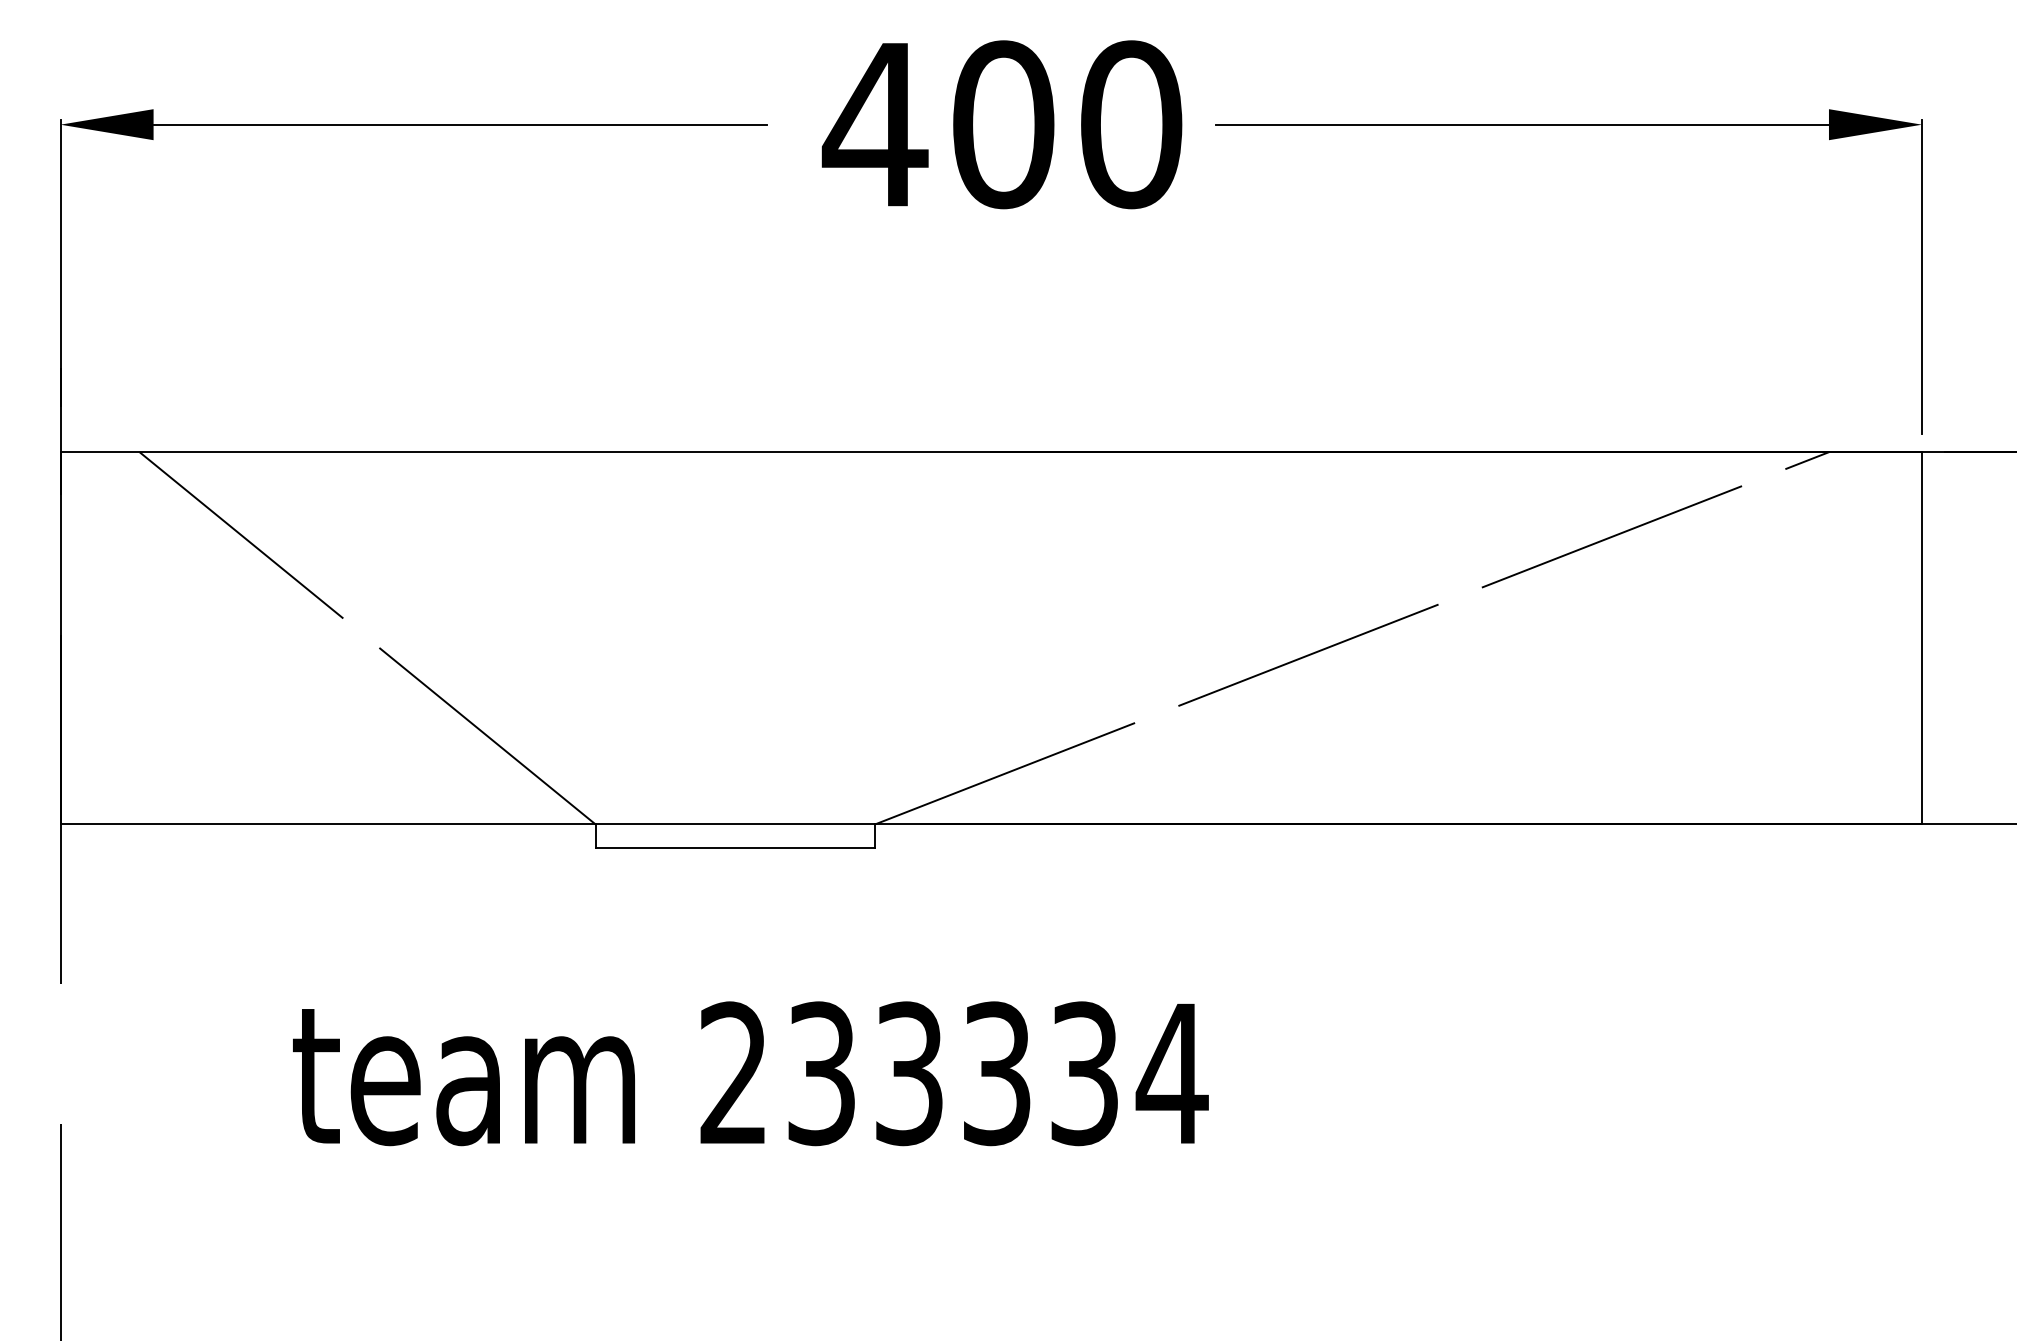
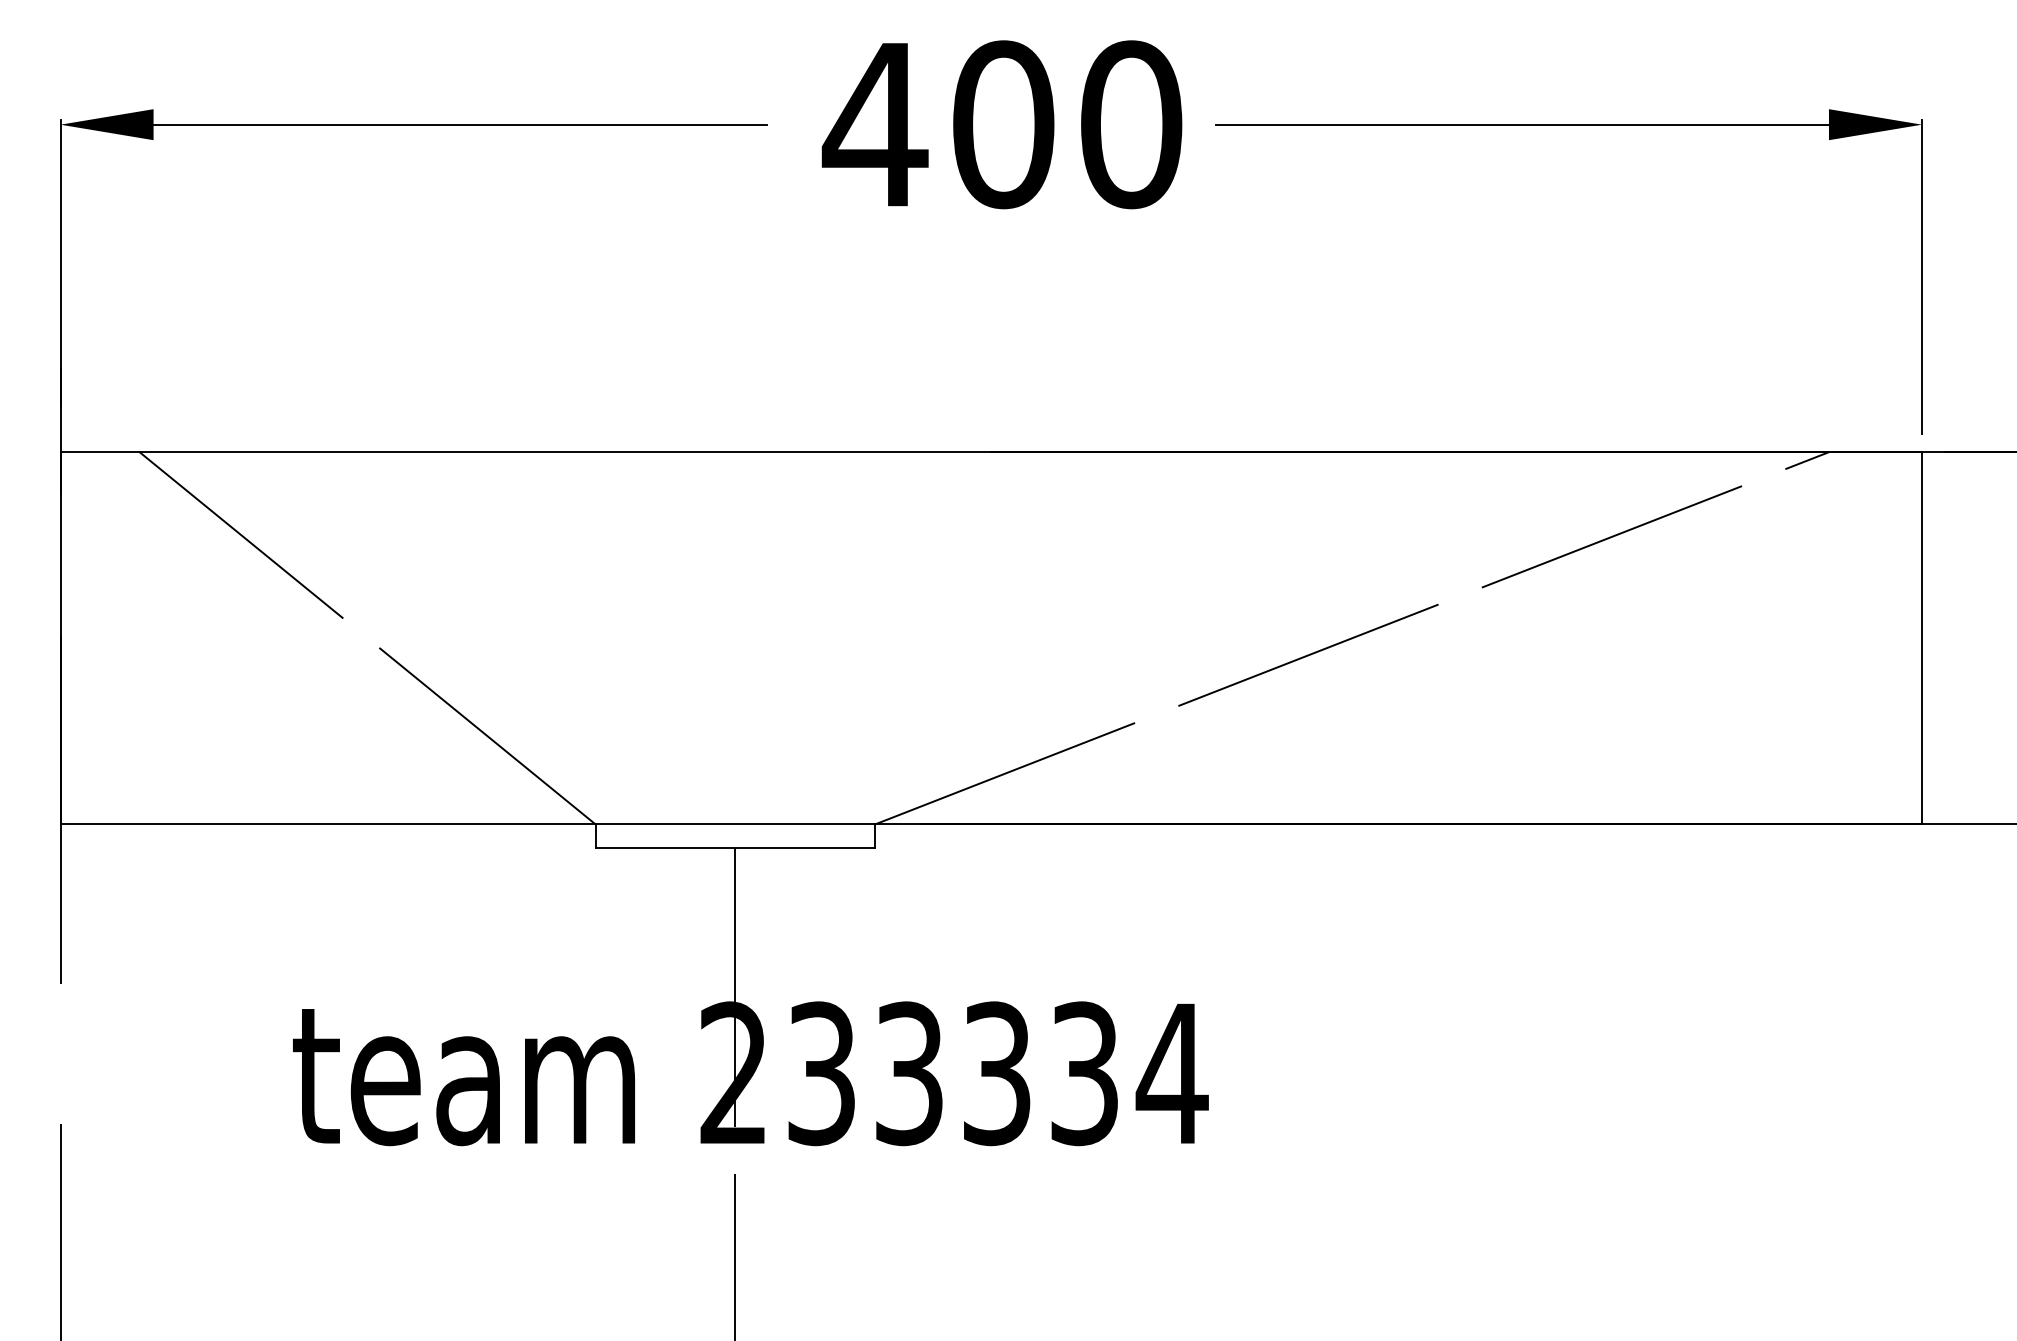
line at (735, 1092): none -> present
